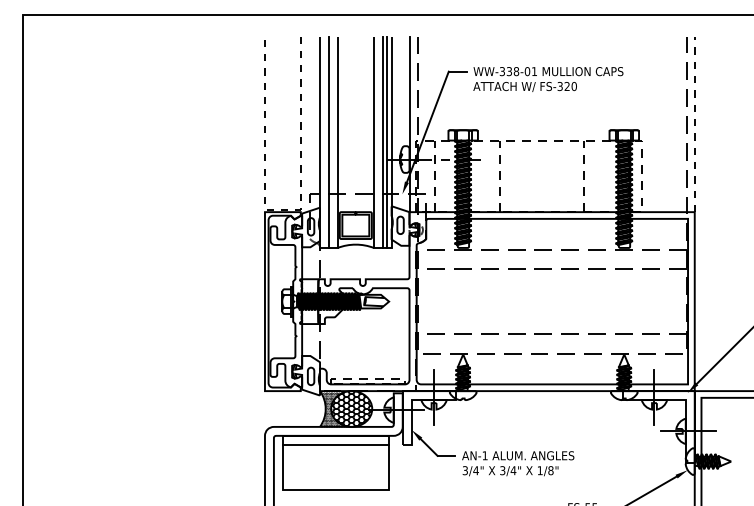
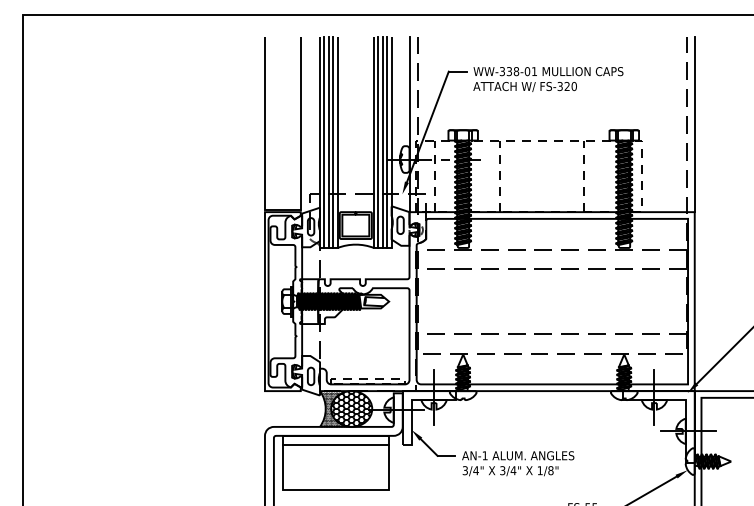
line at (694, 124): dashed -> solid
line at (324, 141): none -> present
line at (333, 141): none -> present
line at (378, 141): none -> present
line at (282, 209): dashed -> solid
